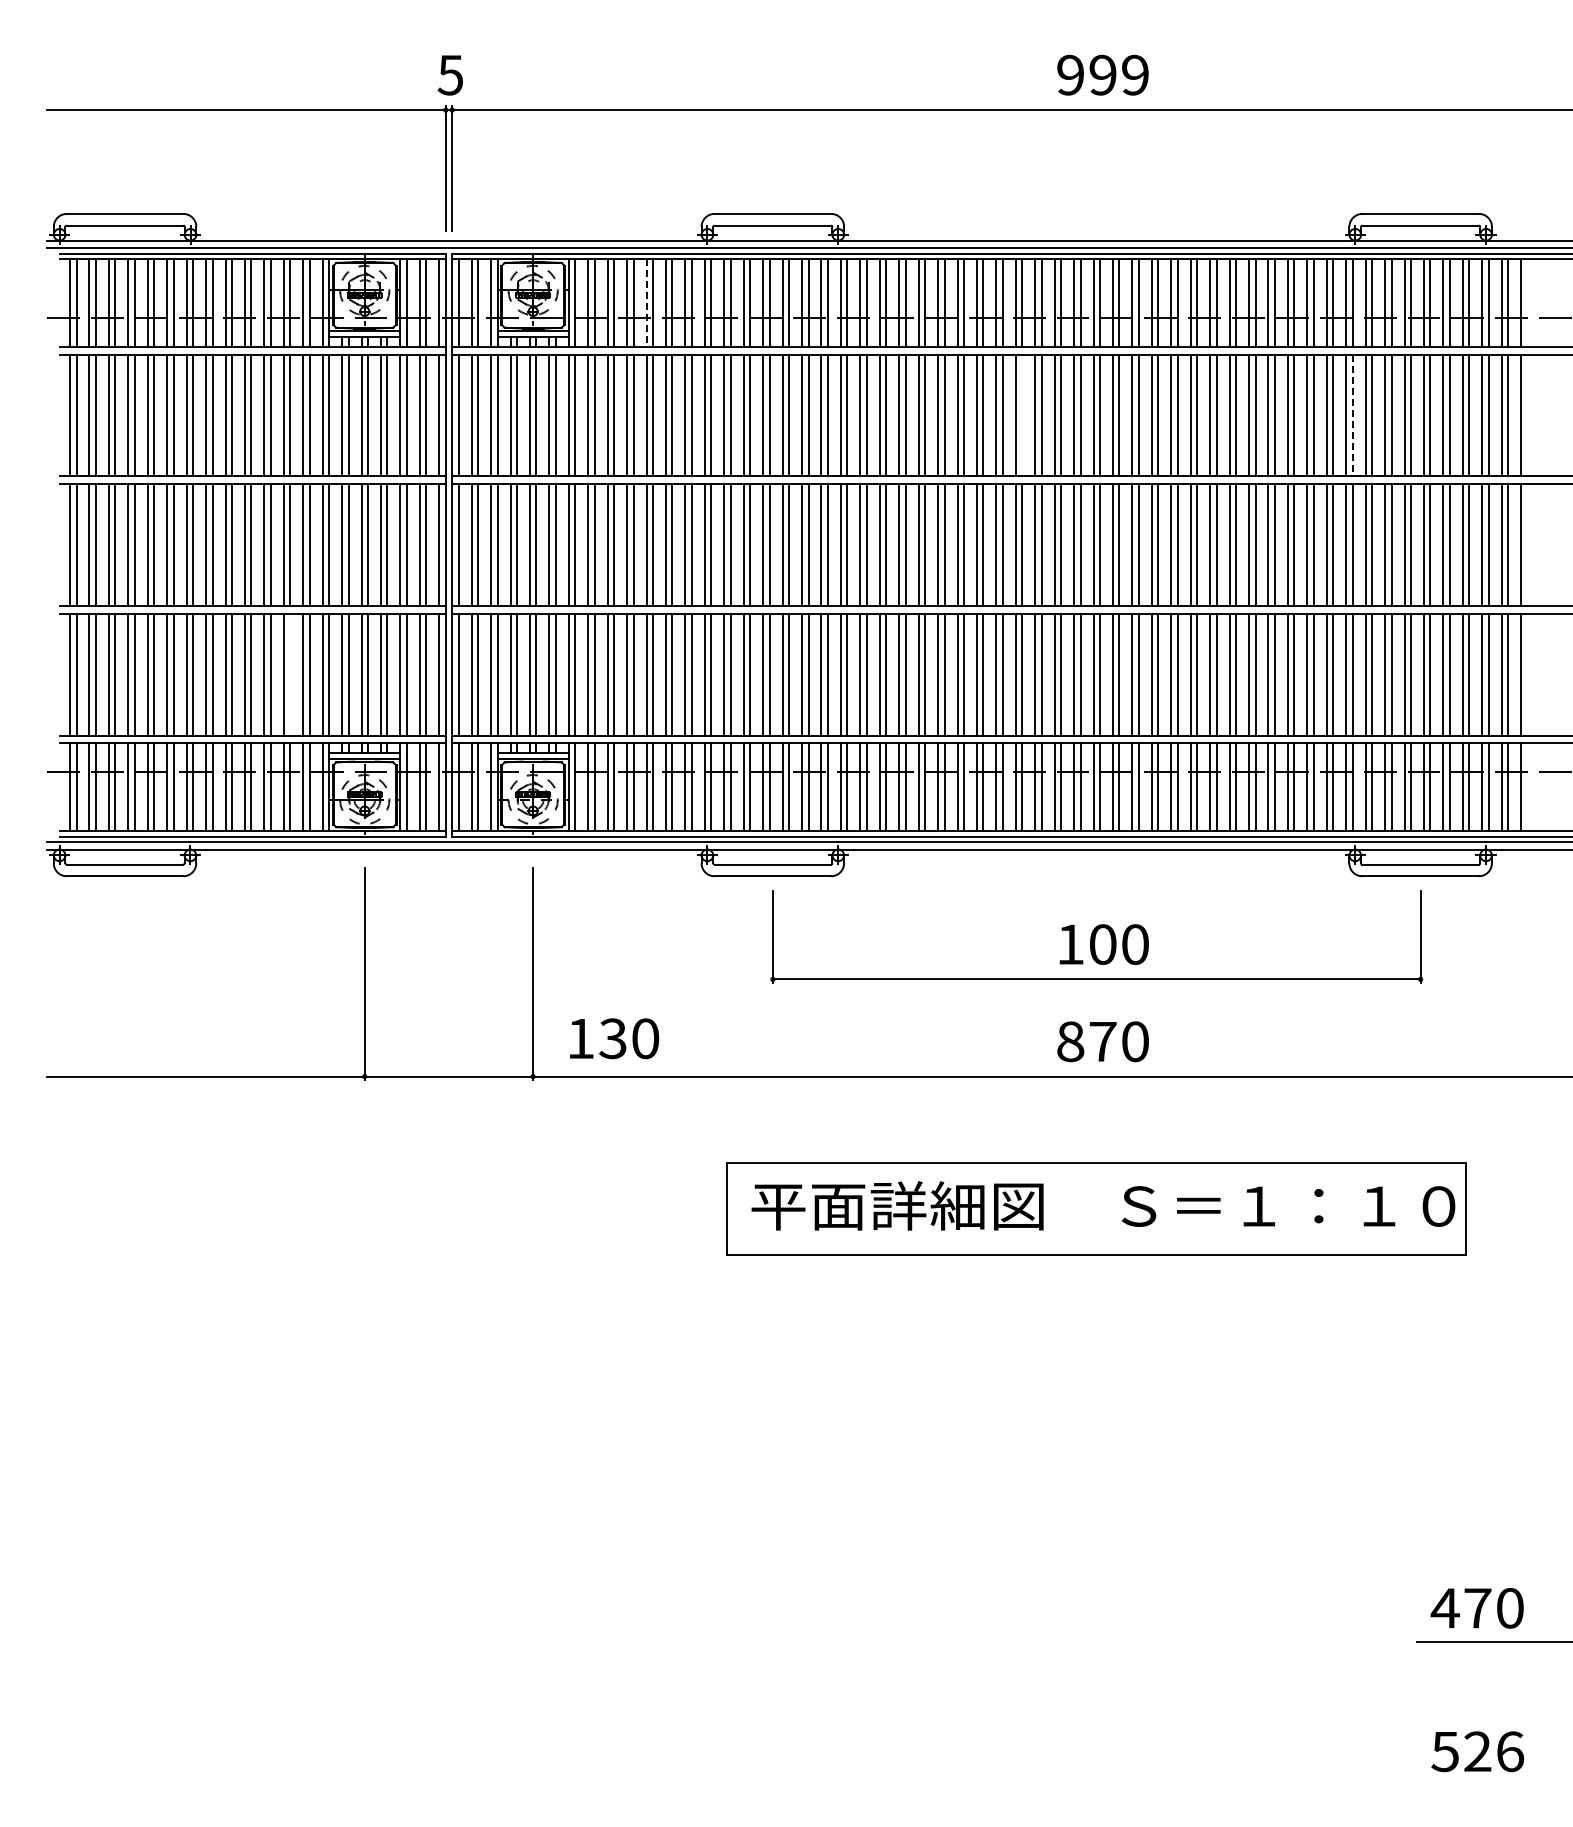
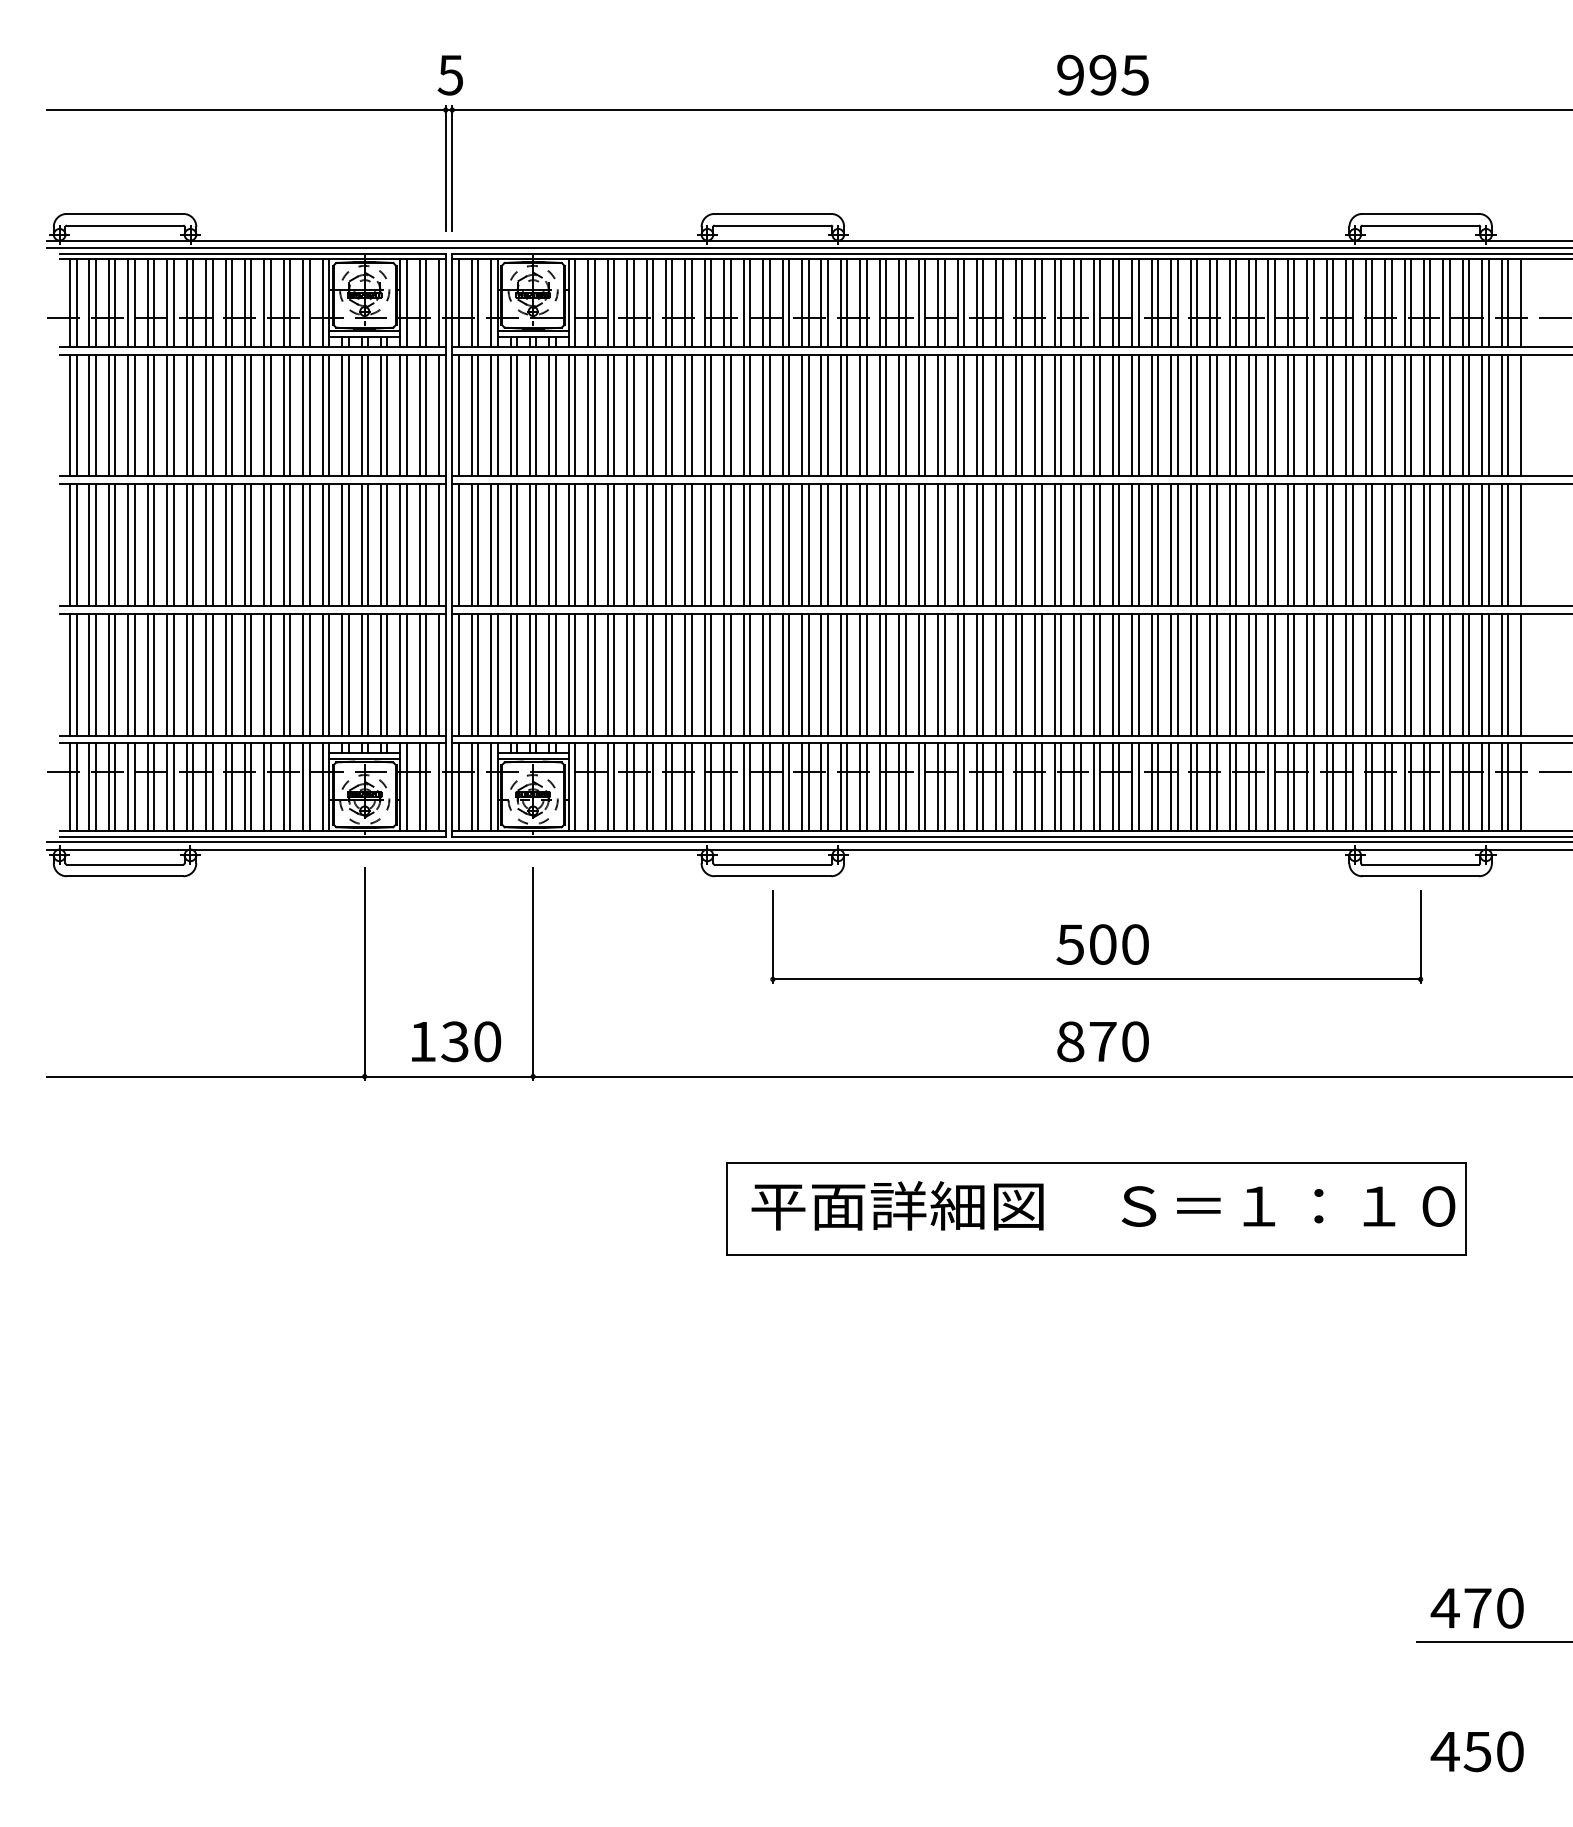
text at (1134, 74): 999 -> 995
line at (646, 303): dashed -> solid
line at (1022, 415): none -> present
line at (1352, 415): dashed -> solid
line at (290, 674): none -> present
text at (1069, 944): 100 -> 500
text at (614, 1038) position: (614, 1038) -> (456, 1041)
text at (1477, 1751): 526 -> 450
